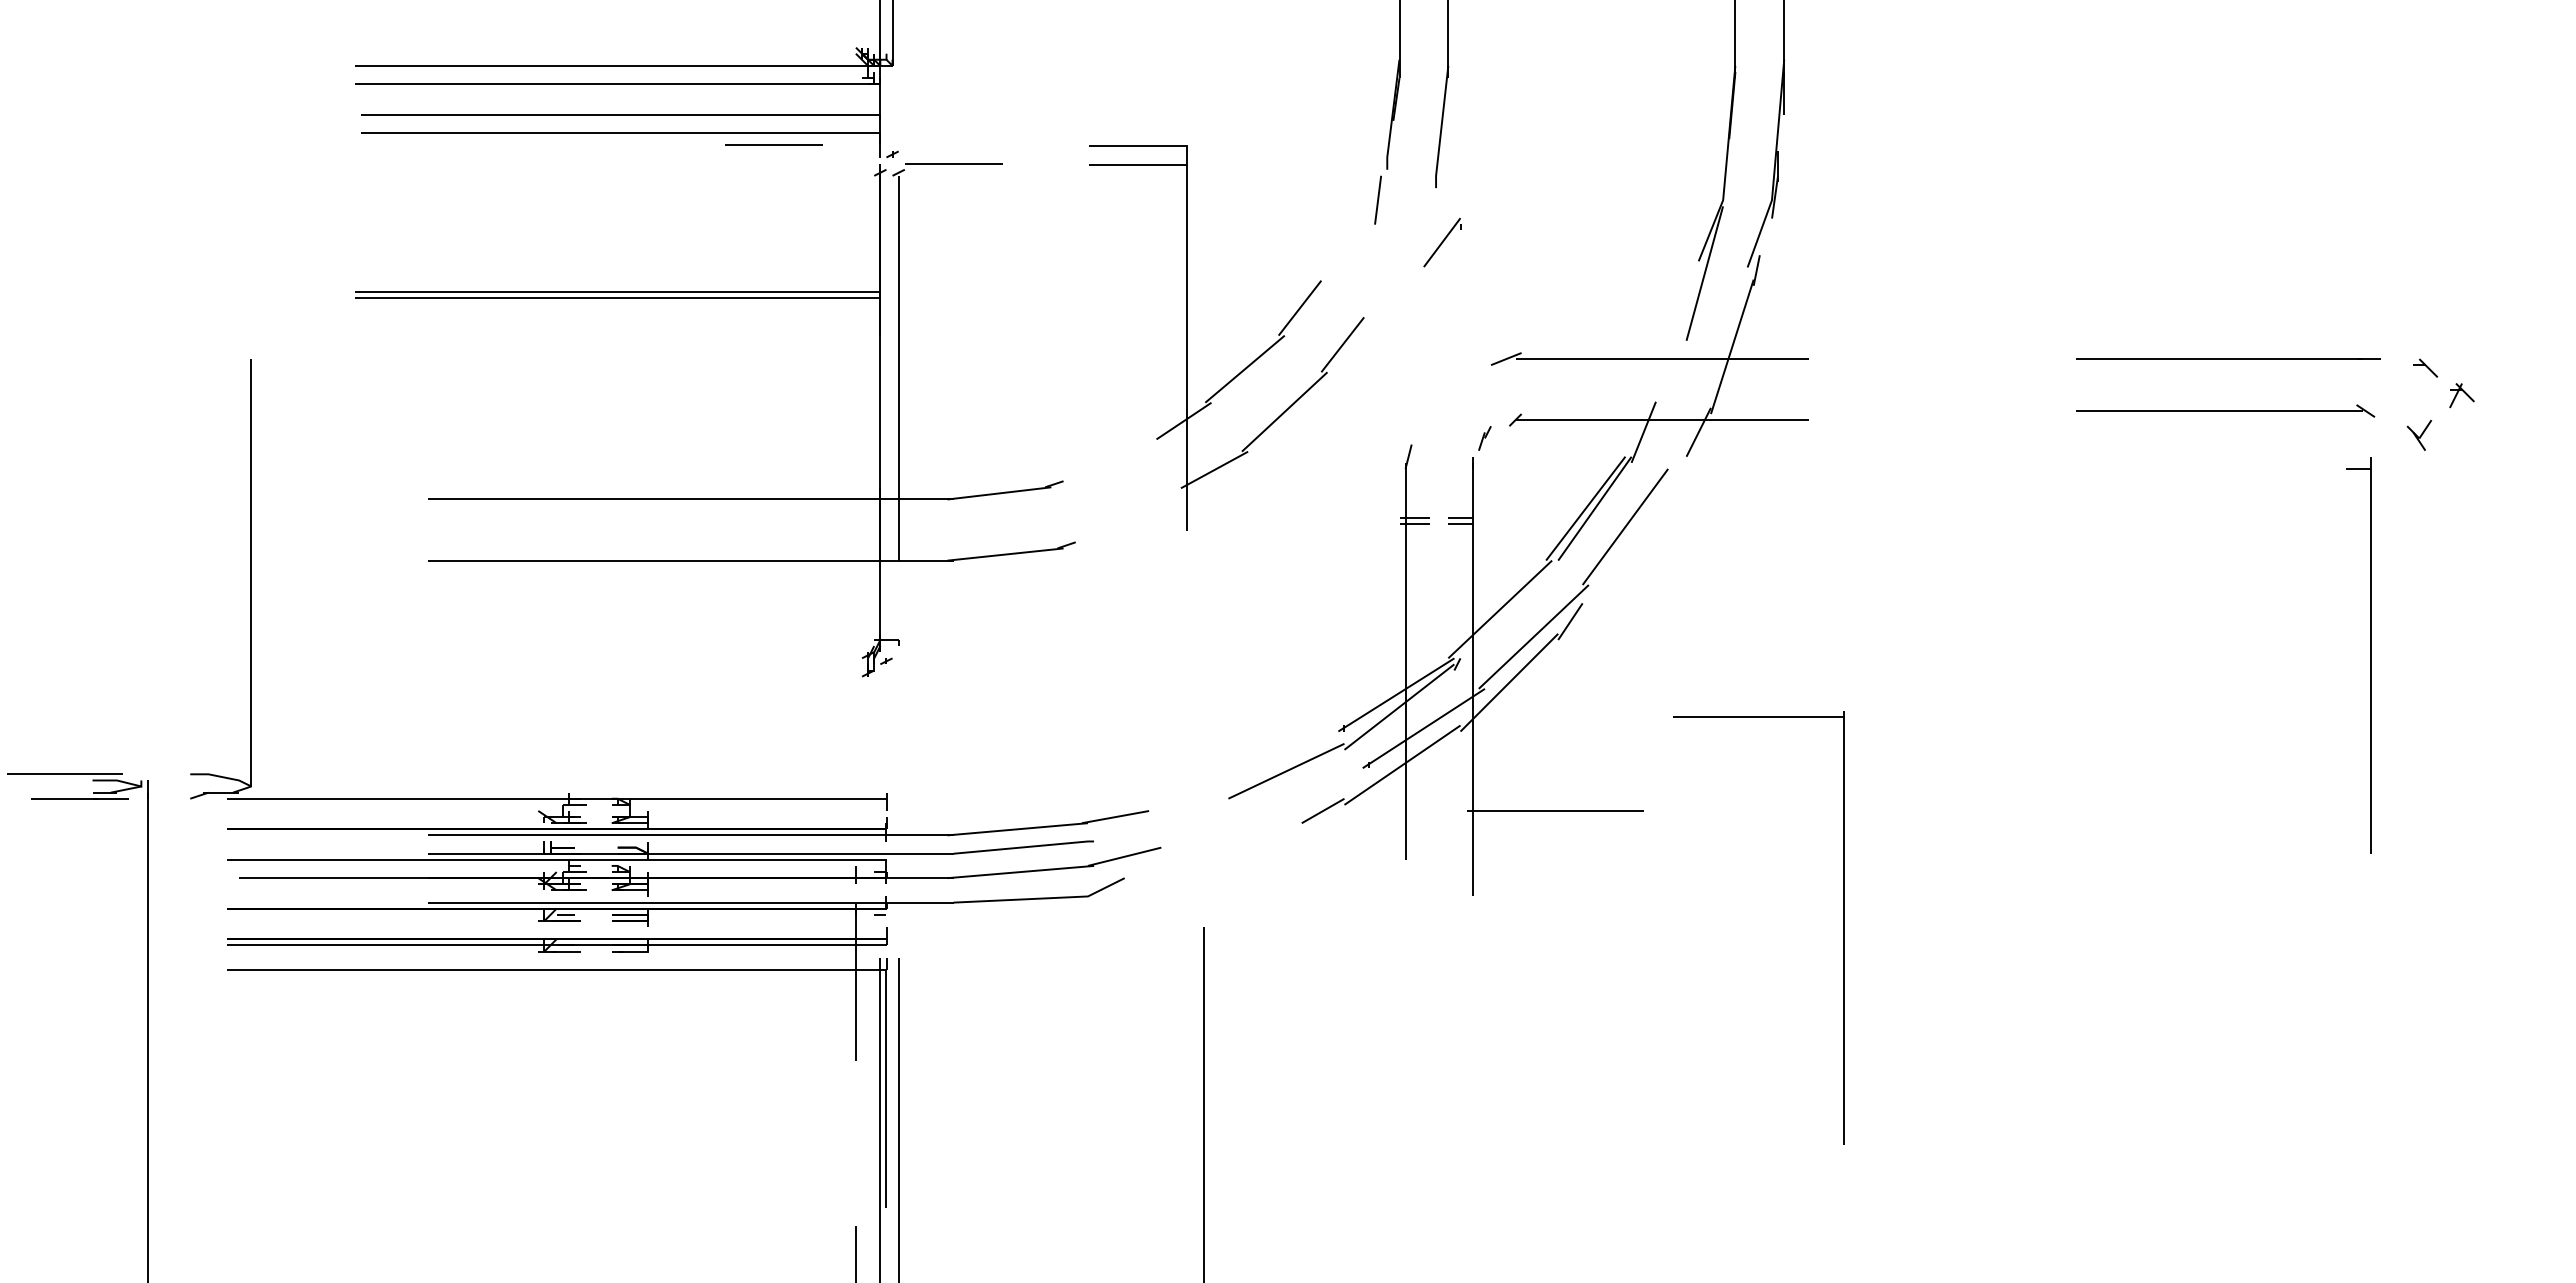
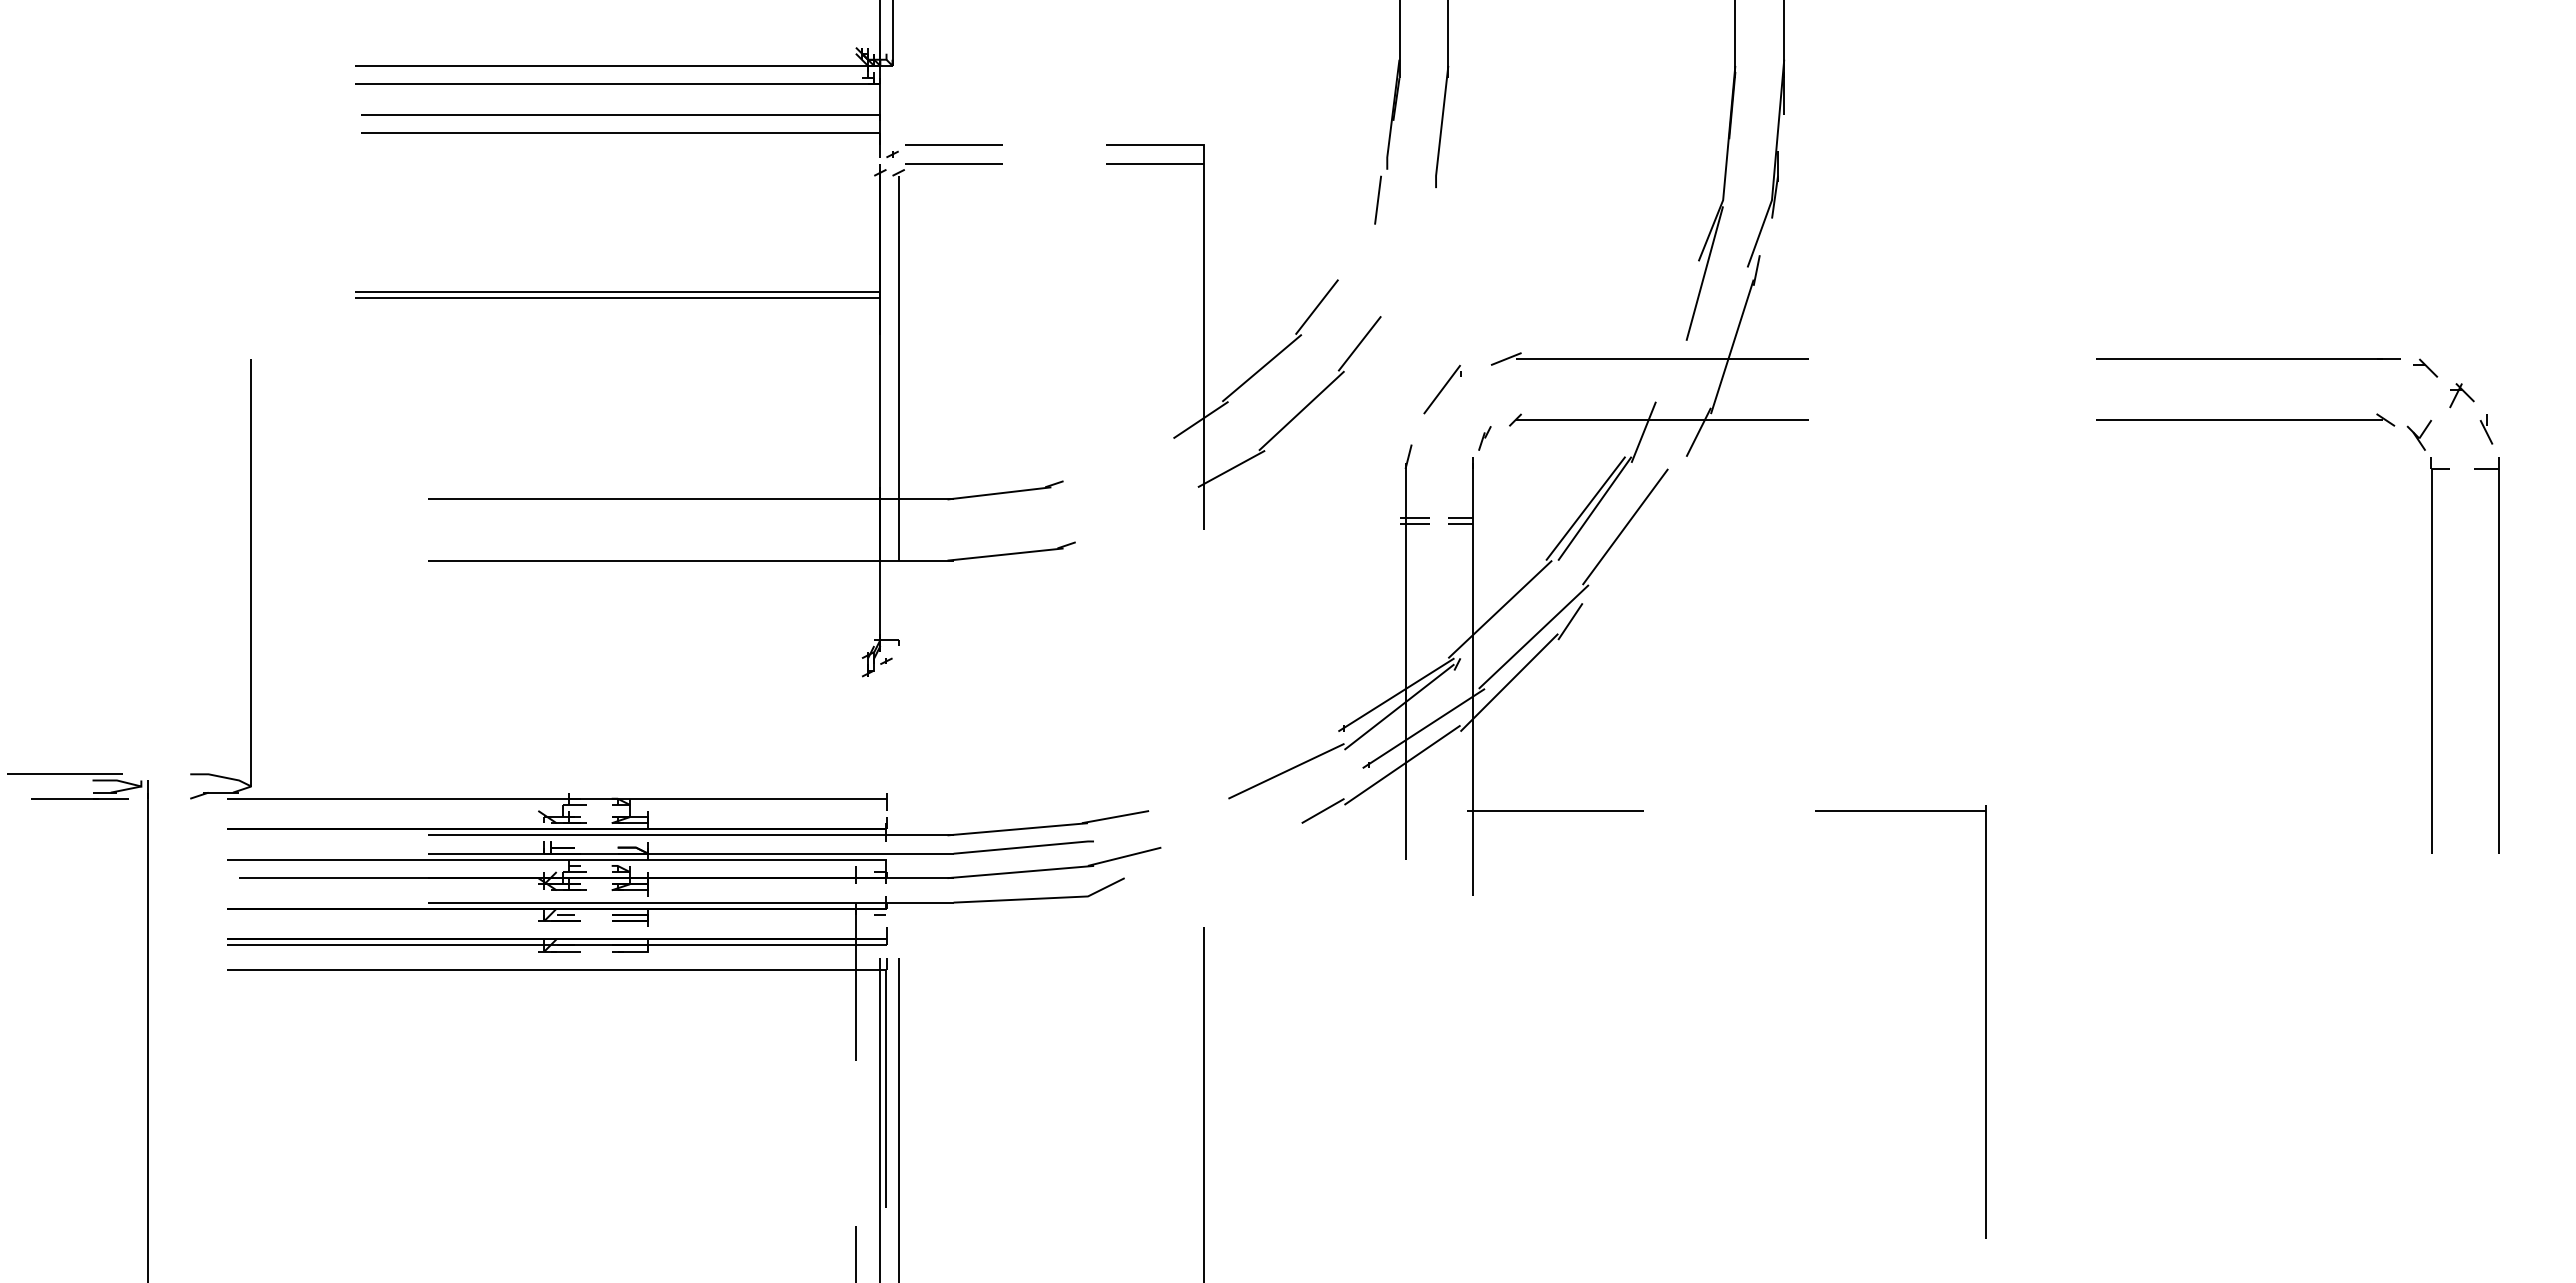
line at (773, 144) position: (773, 144) -> (953, 144)
part at (1442, 242) position: (1442, 242) -> (1442, 389)
line at (2228, 358) position: (2228, 358) -> (2248, 358)
part at (1247, 365) position: (1247, 365) -> (1264, 364)
part at (2225, 410) position: (2225, 410) -> (2245, 419)
part at (2486, 429): none -> present
part at (2370, 655) position: (2370, 655) -> (2498, 655)
part at (2432, 655): none -> present
part at (1843, 927) position: (1843, 927) -> (1985, 1021)
